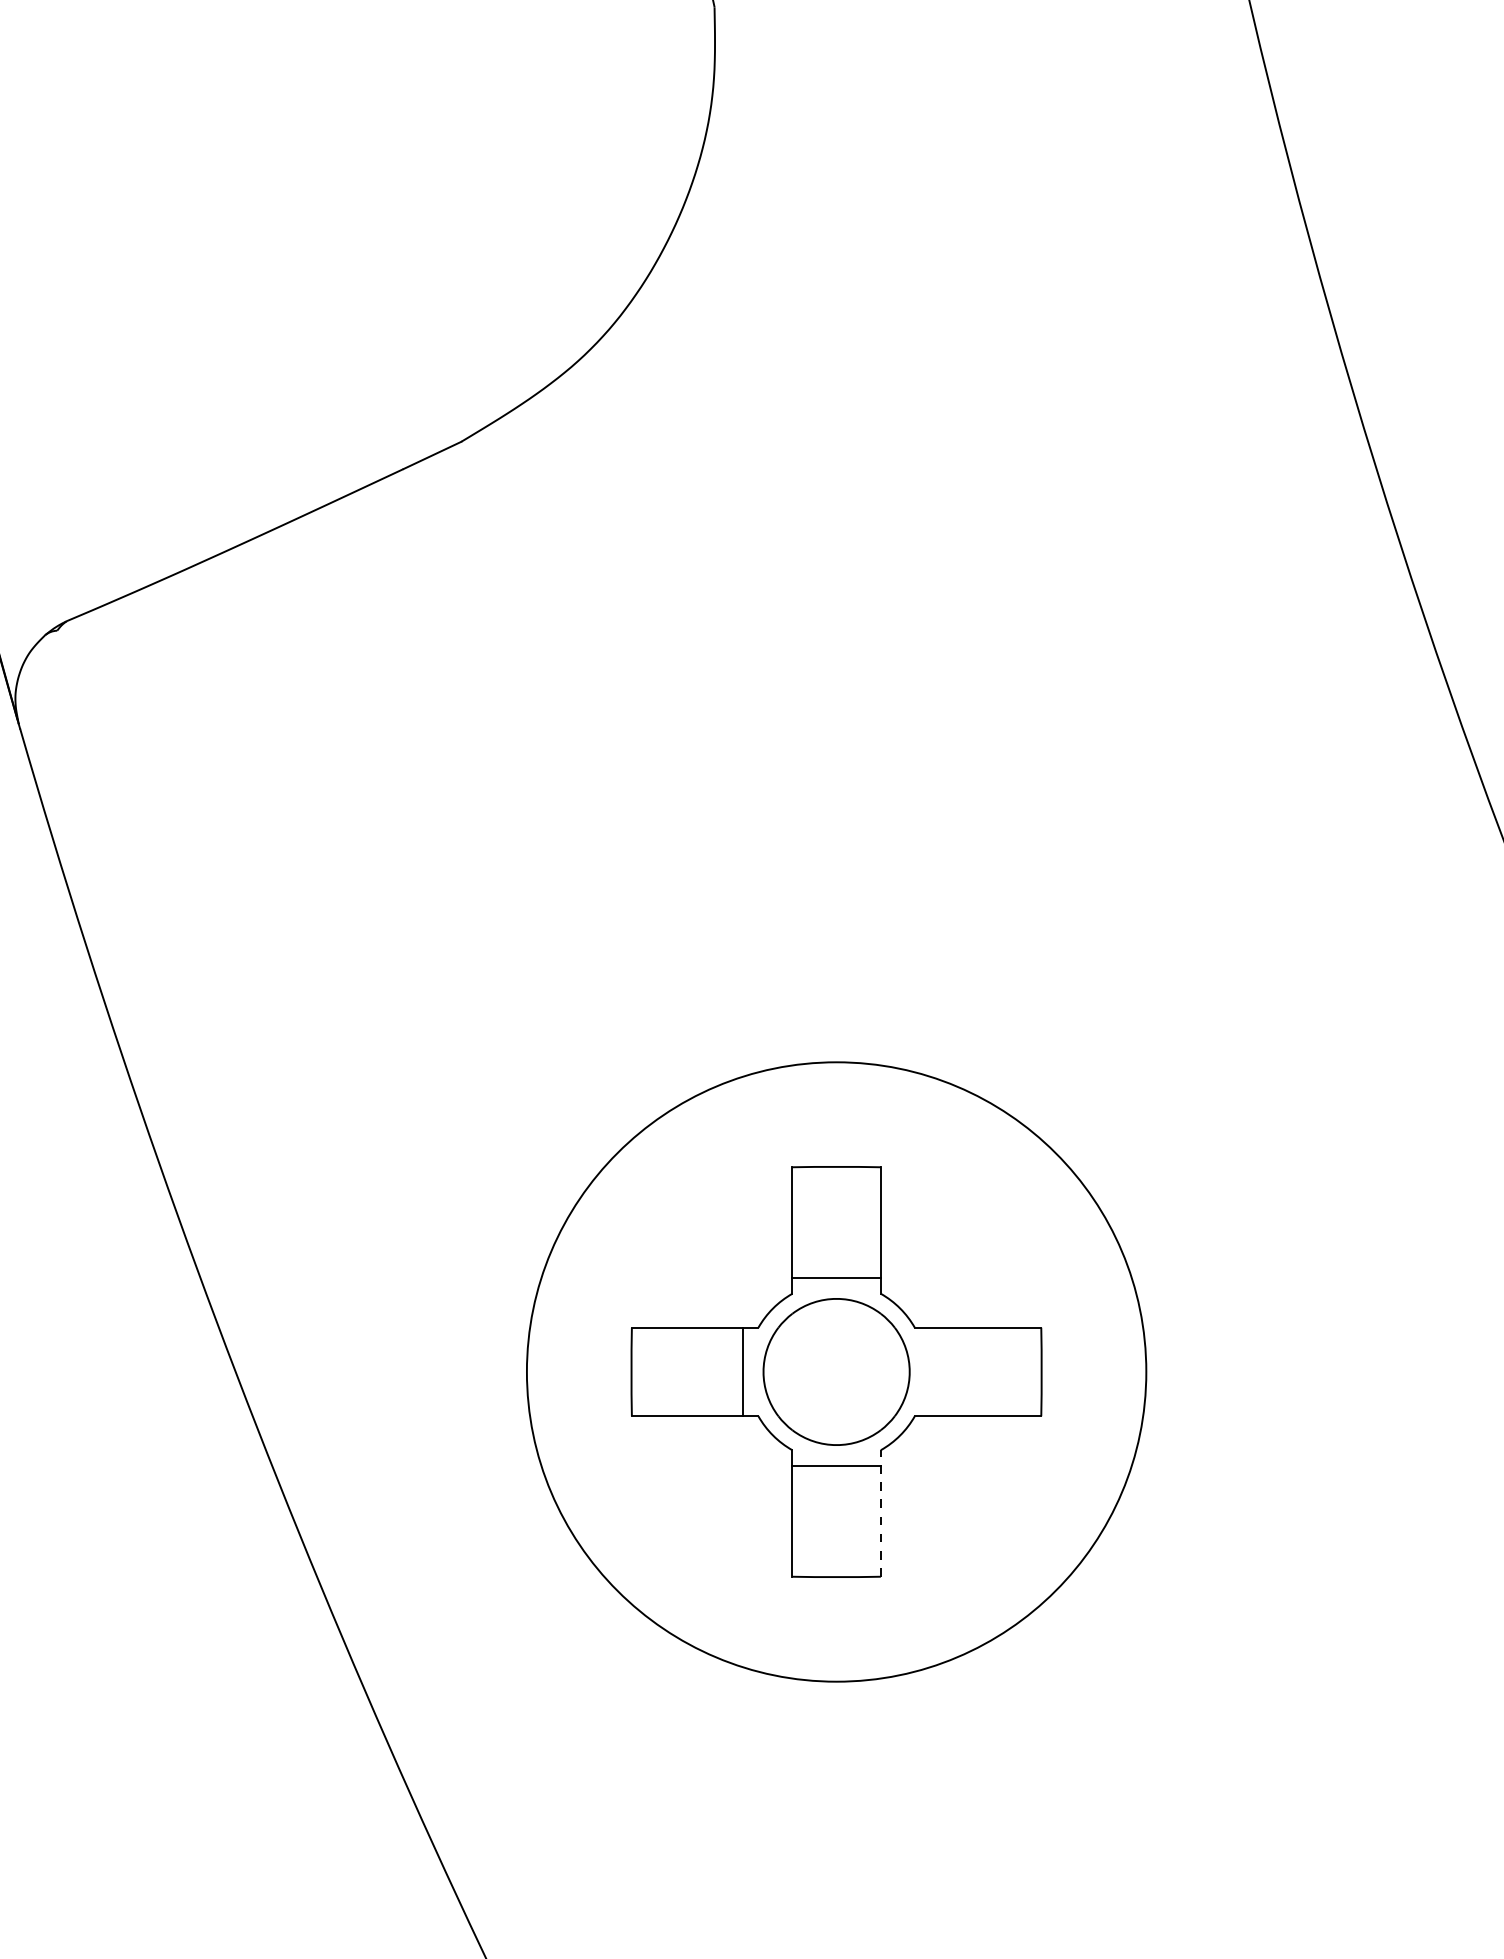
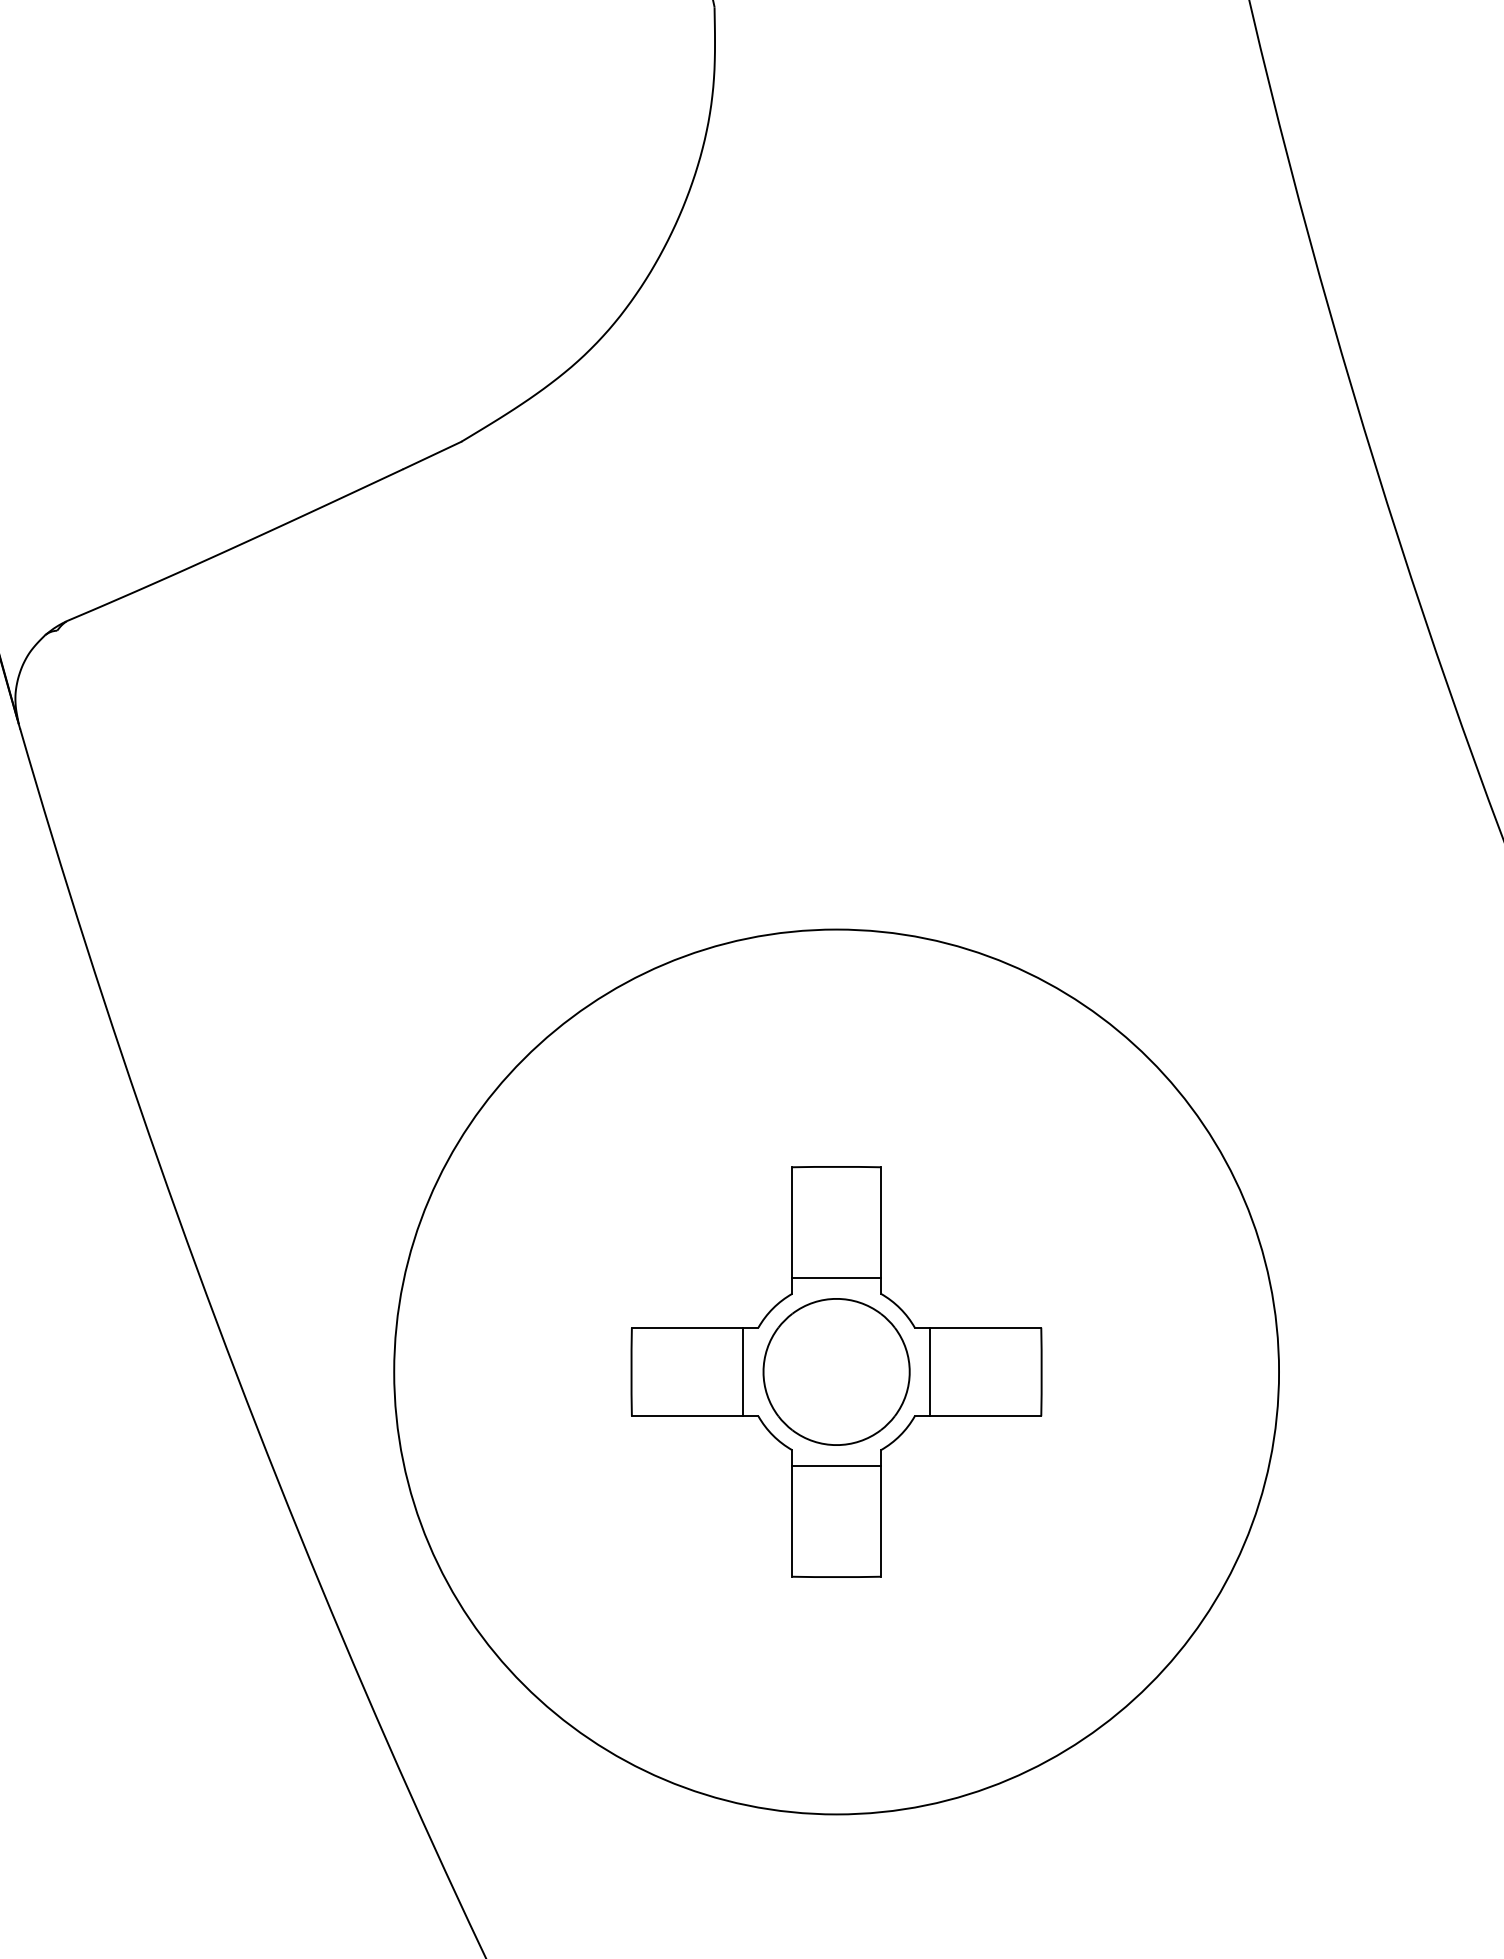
circle at (836, 1371) diameter: 619 px -> 885 px
line at (930, 1371): none -> present
line at (880, 1513): dashed -> solid
